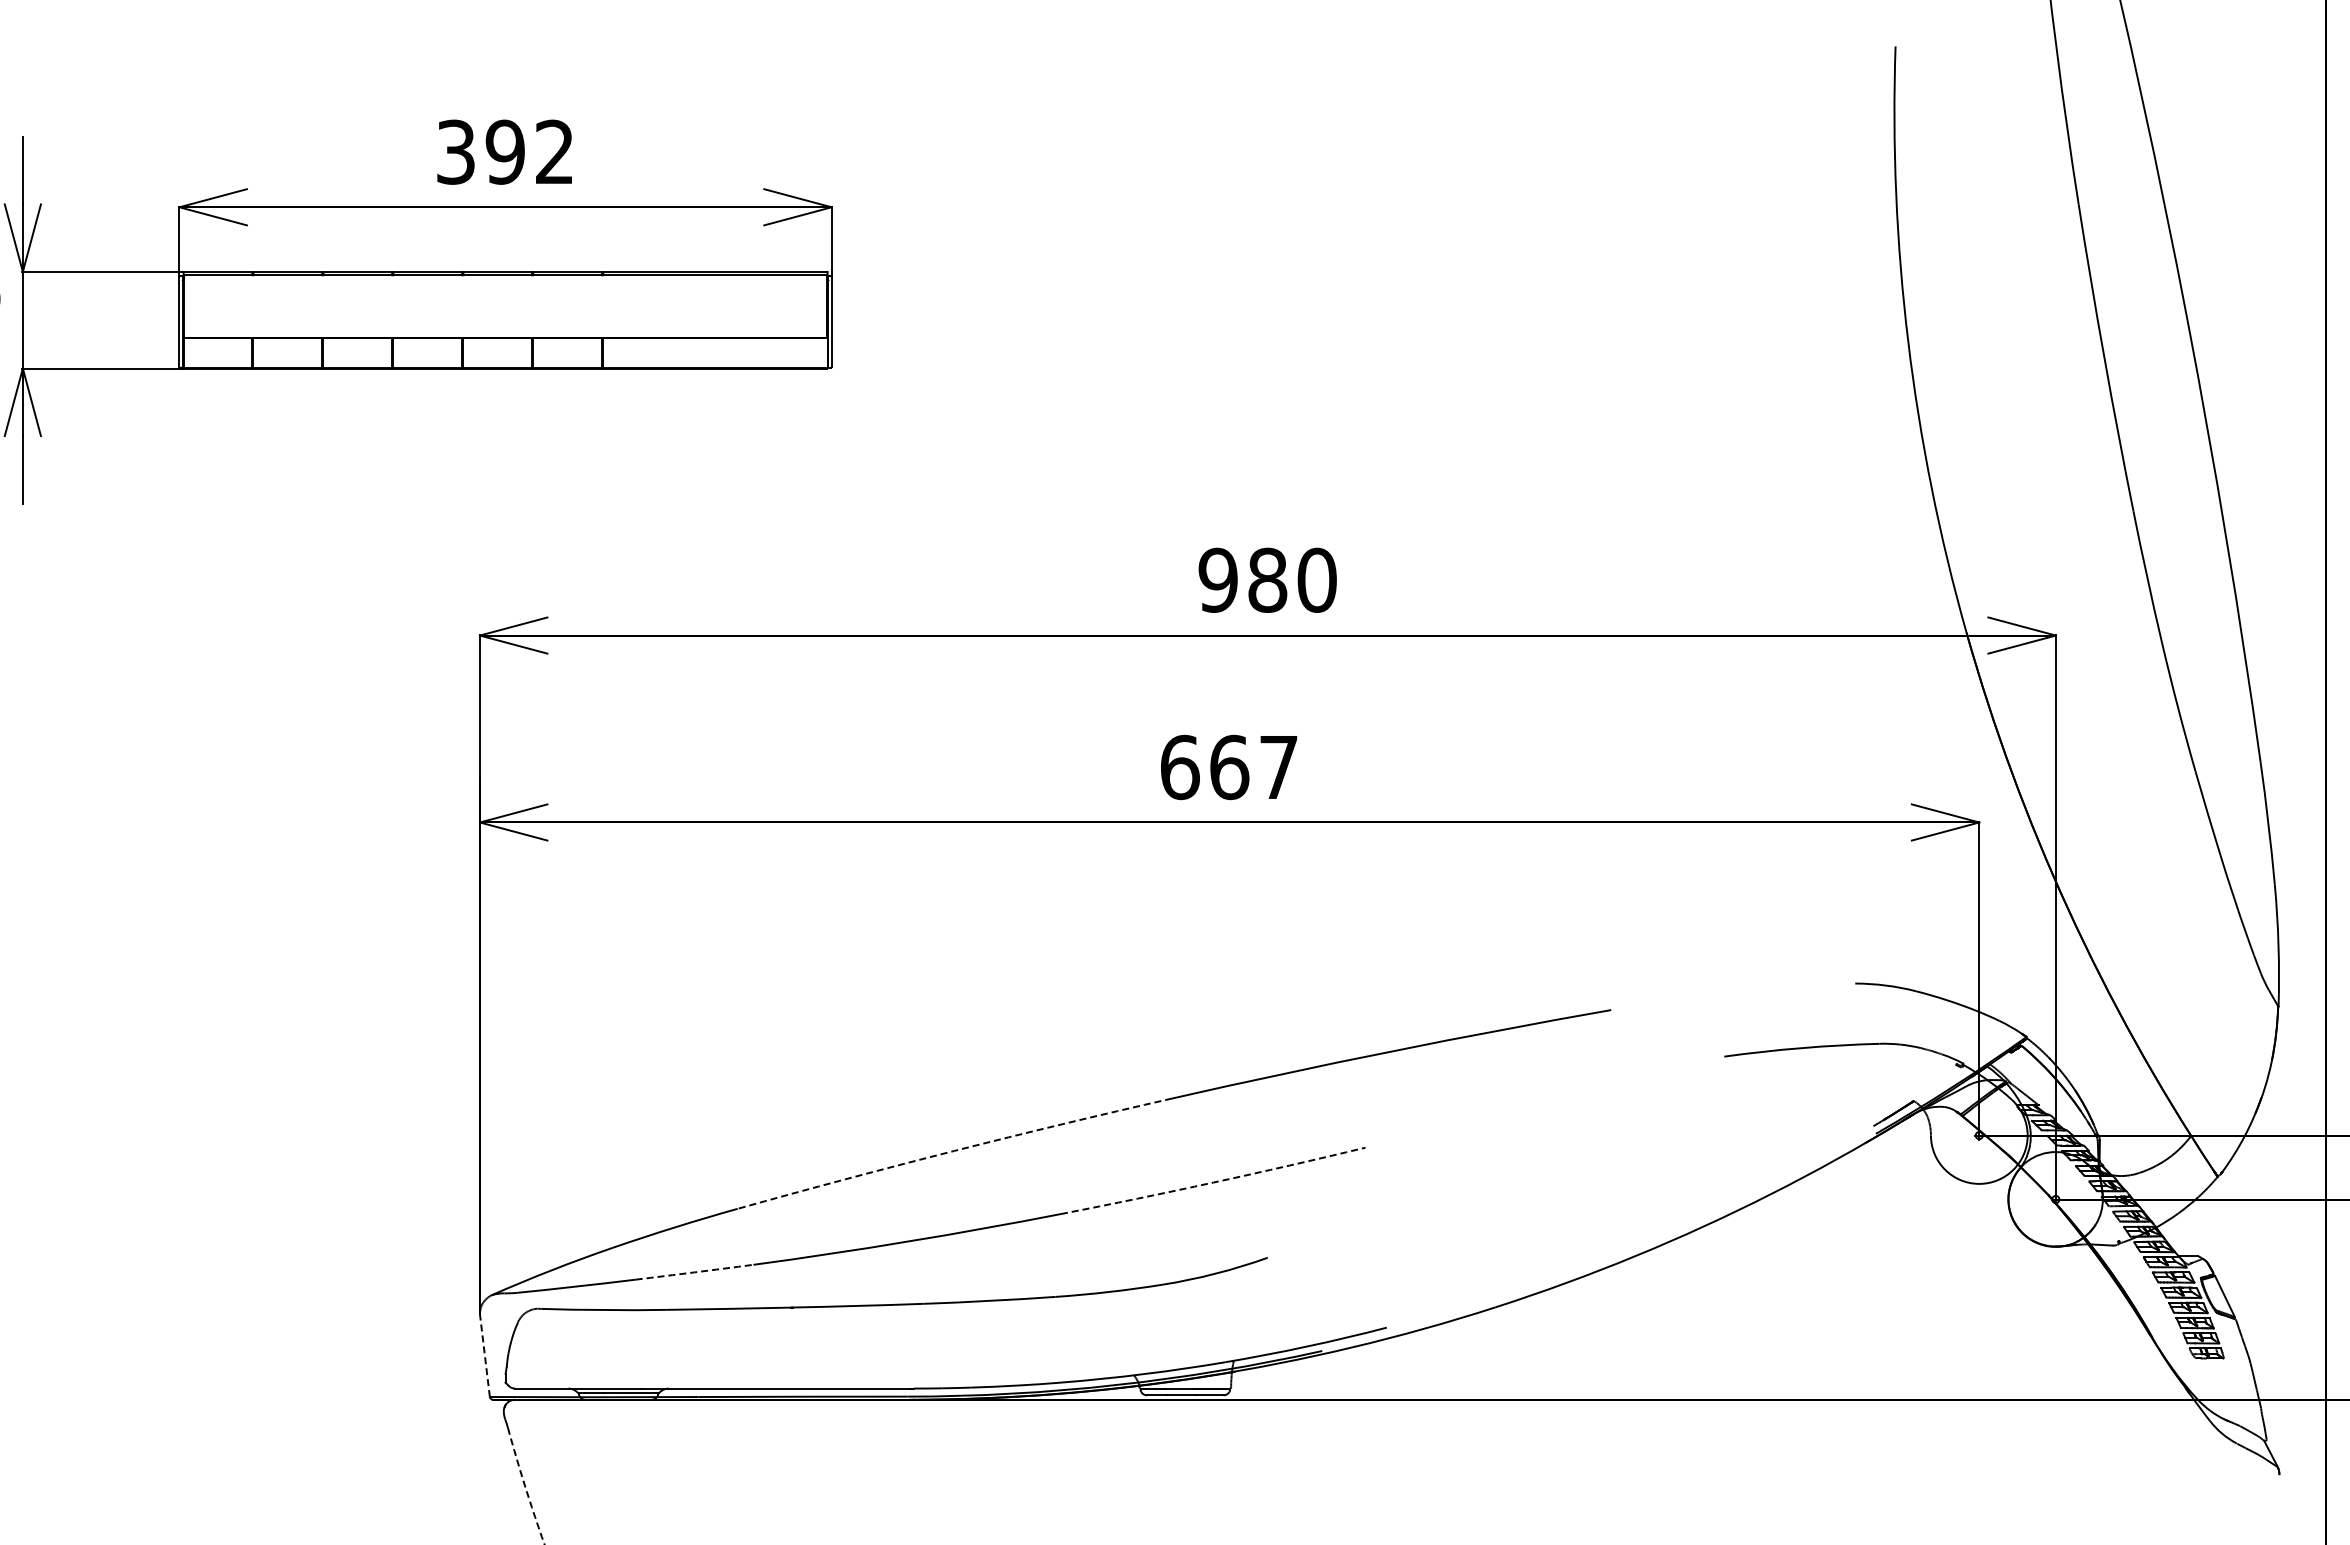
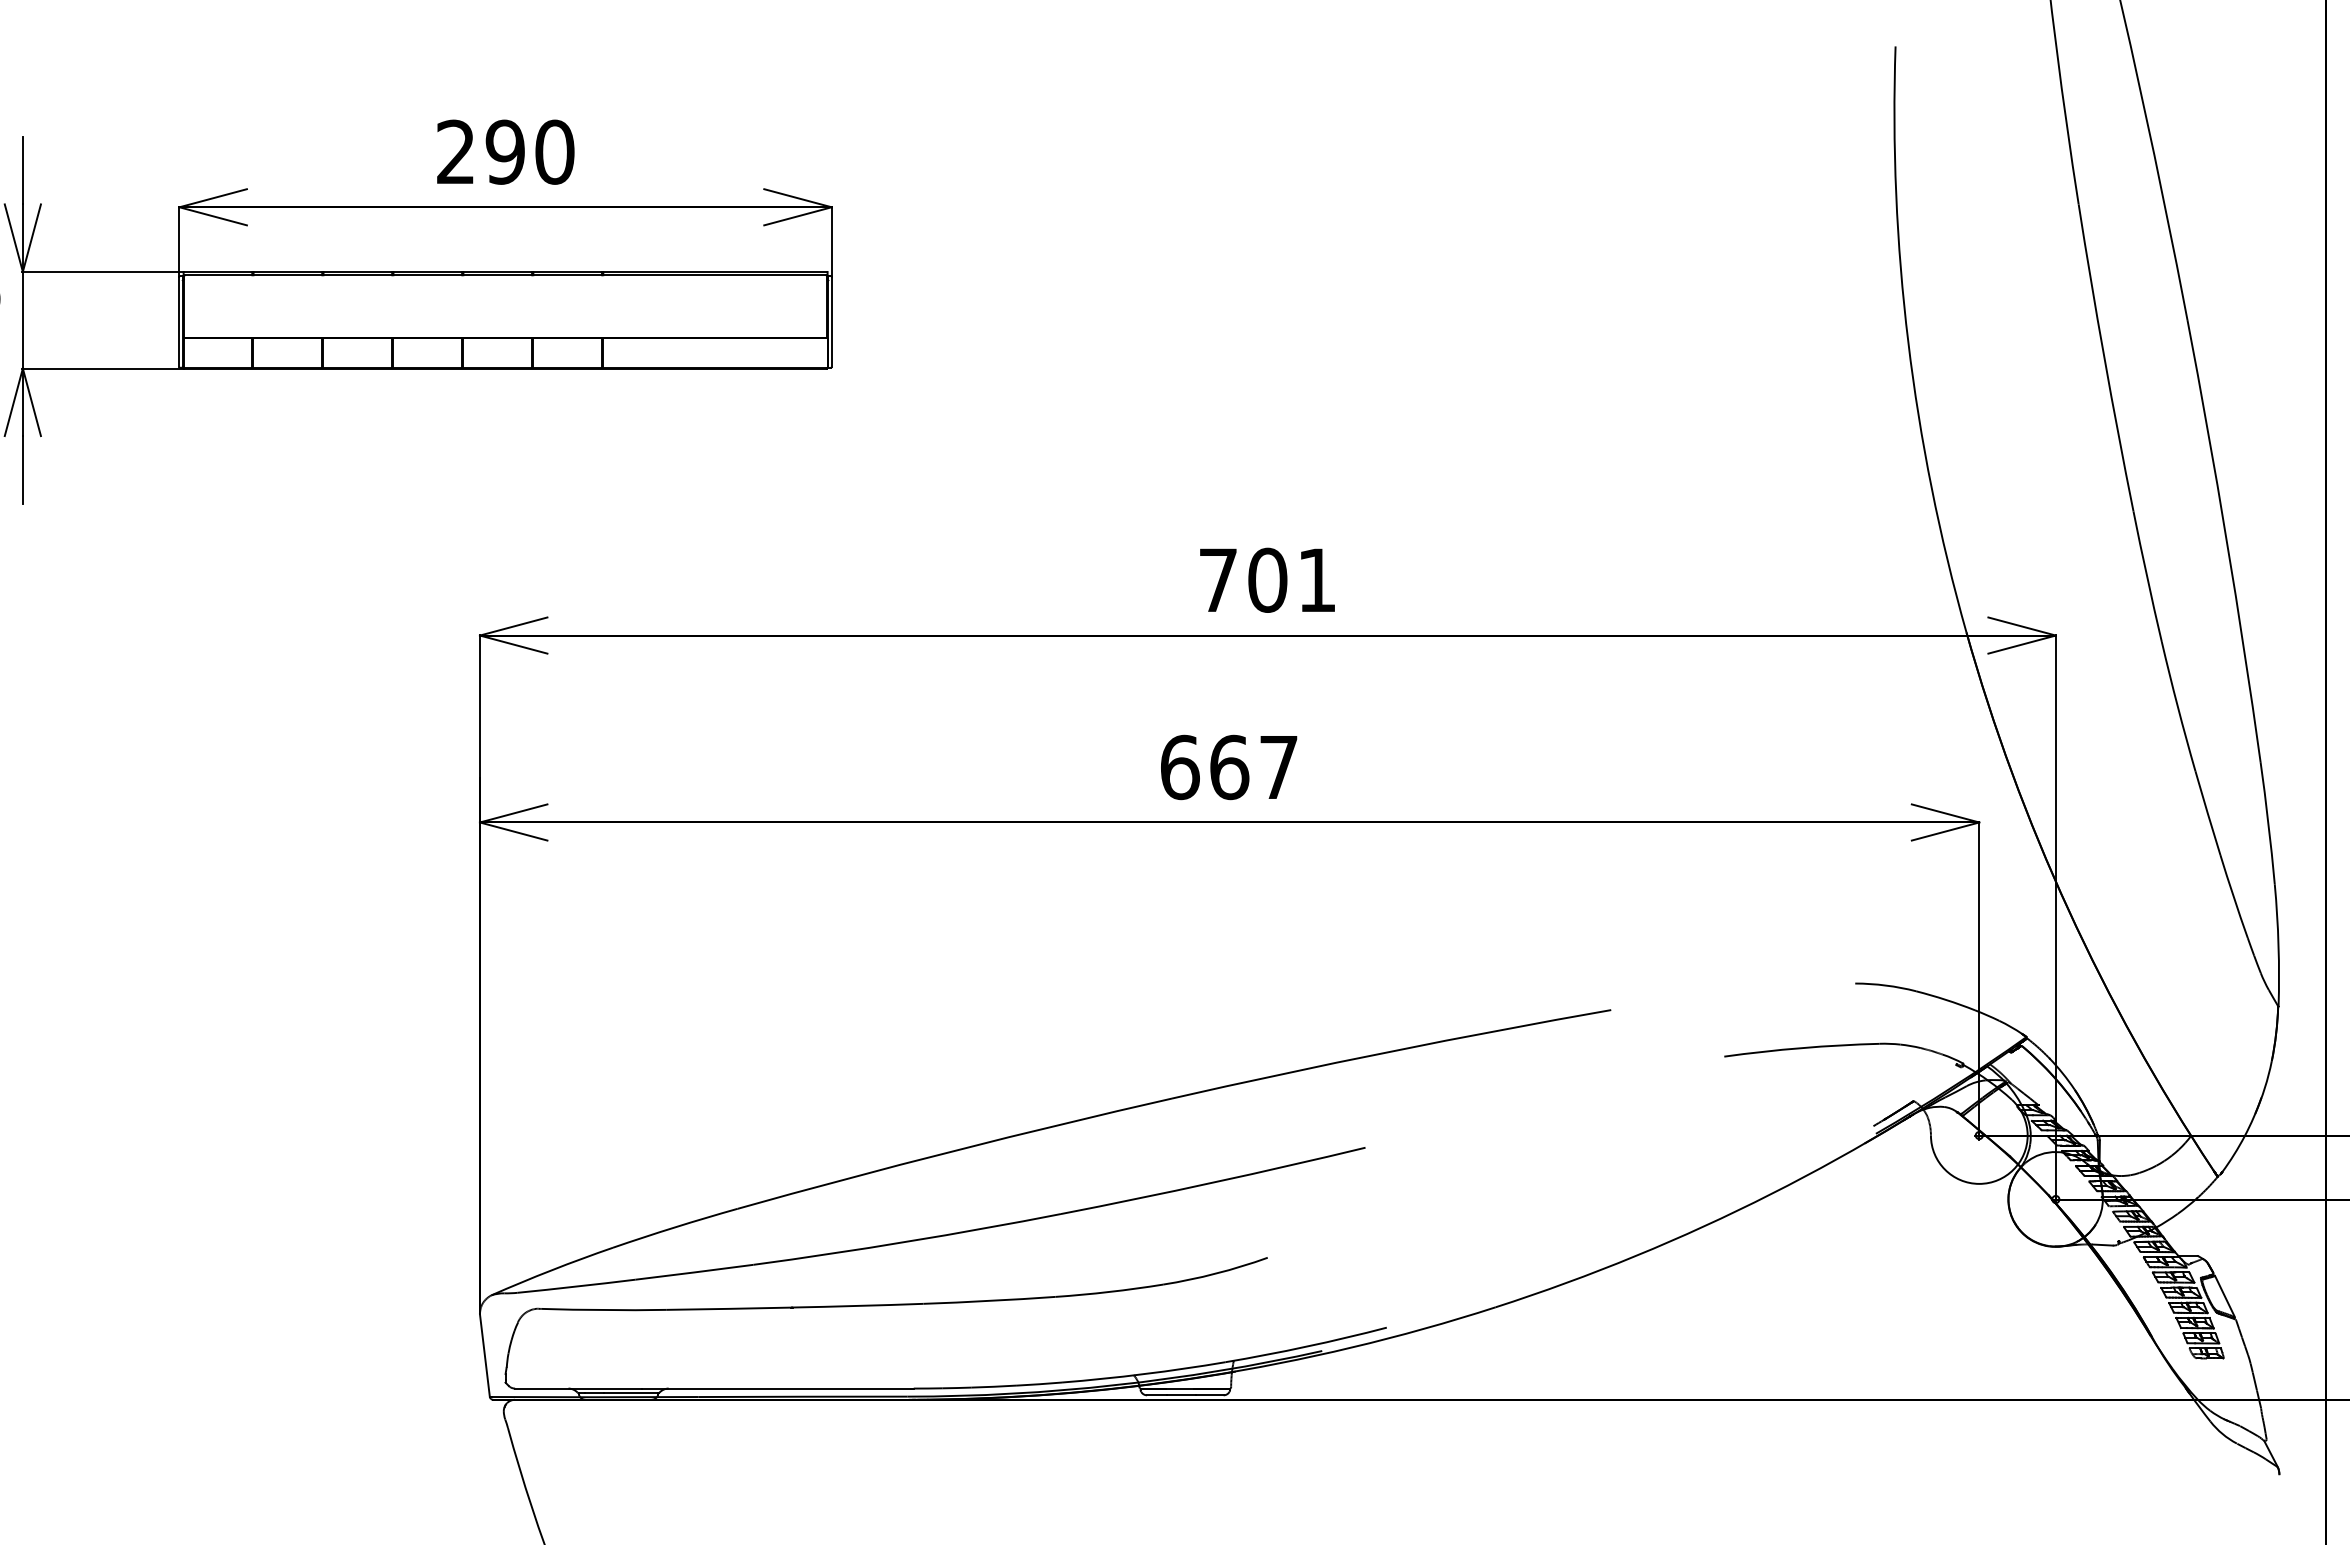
text at (505, 151): 392 -> 290
text at (1267, 579): 980 -> 701
arc at (954, 1150): dashed -> solid
arc at (1213, 1182): dashed -> solid
arc at (694, 1272): dashed -> solid
line at (484, 1355): dashed -> solid
arc at (525, 1486): dashed -> solid
